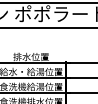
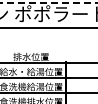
line at (49, 2): solid -> dashed
